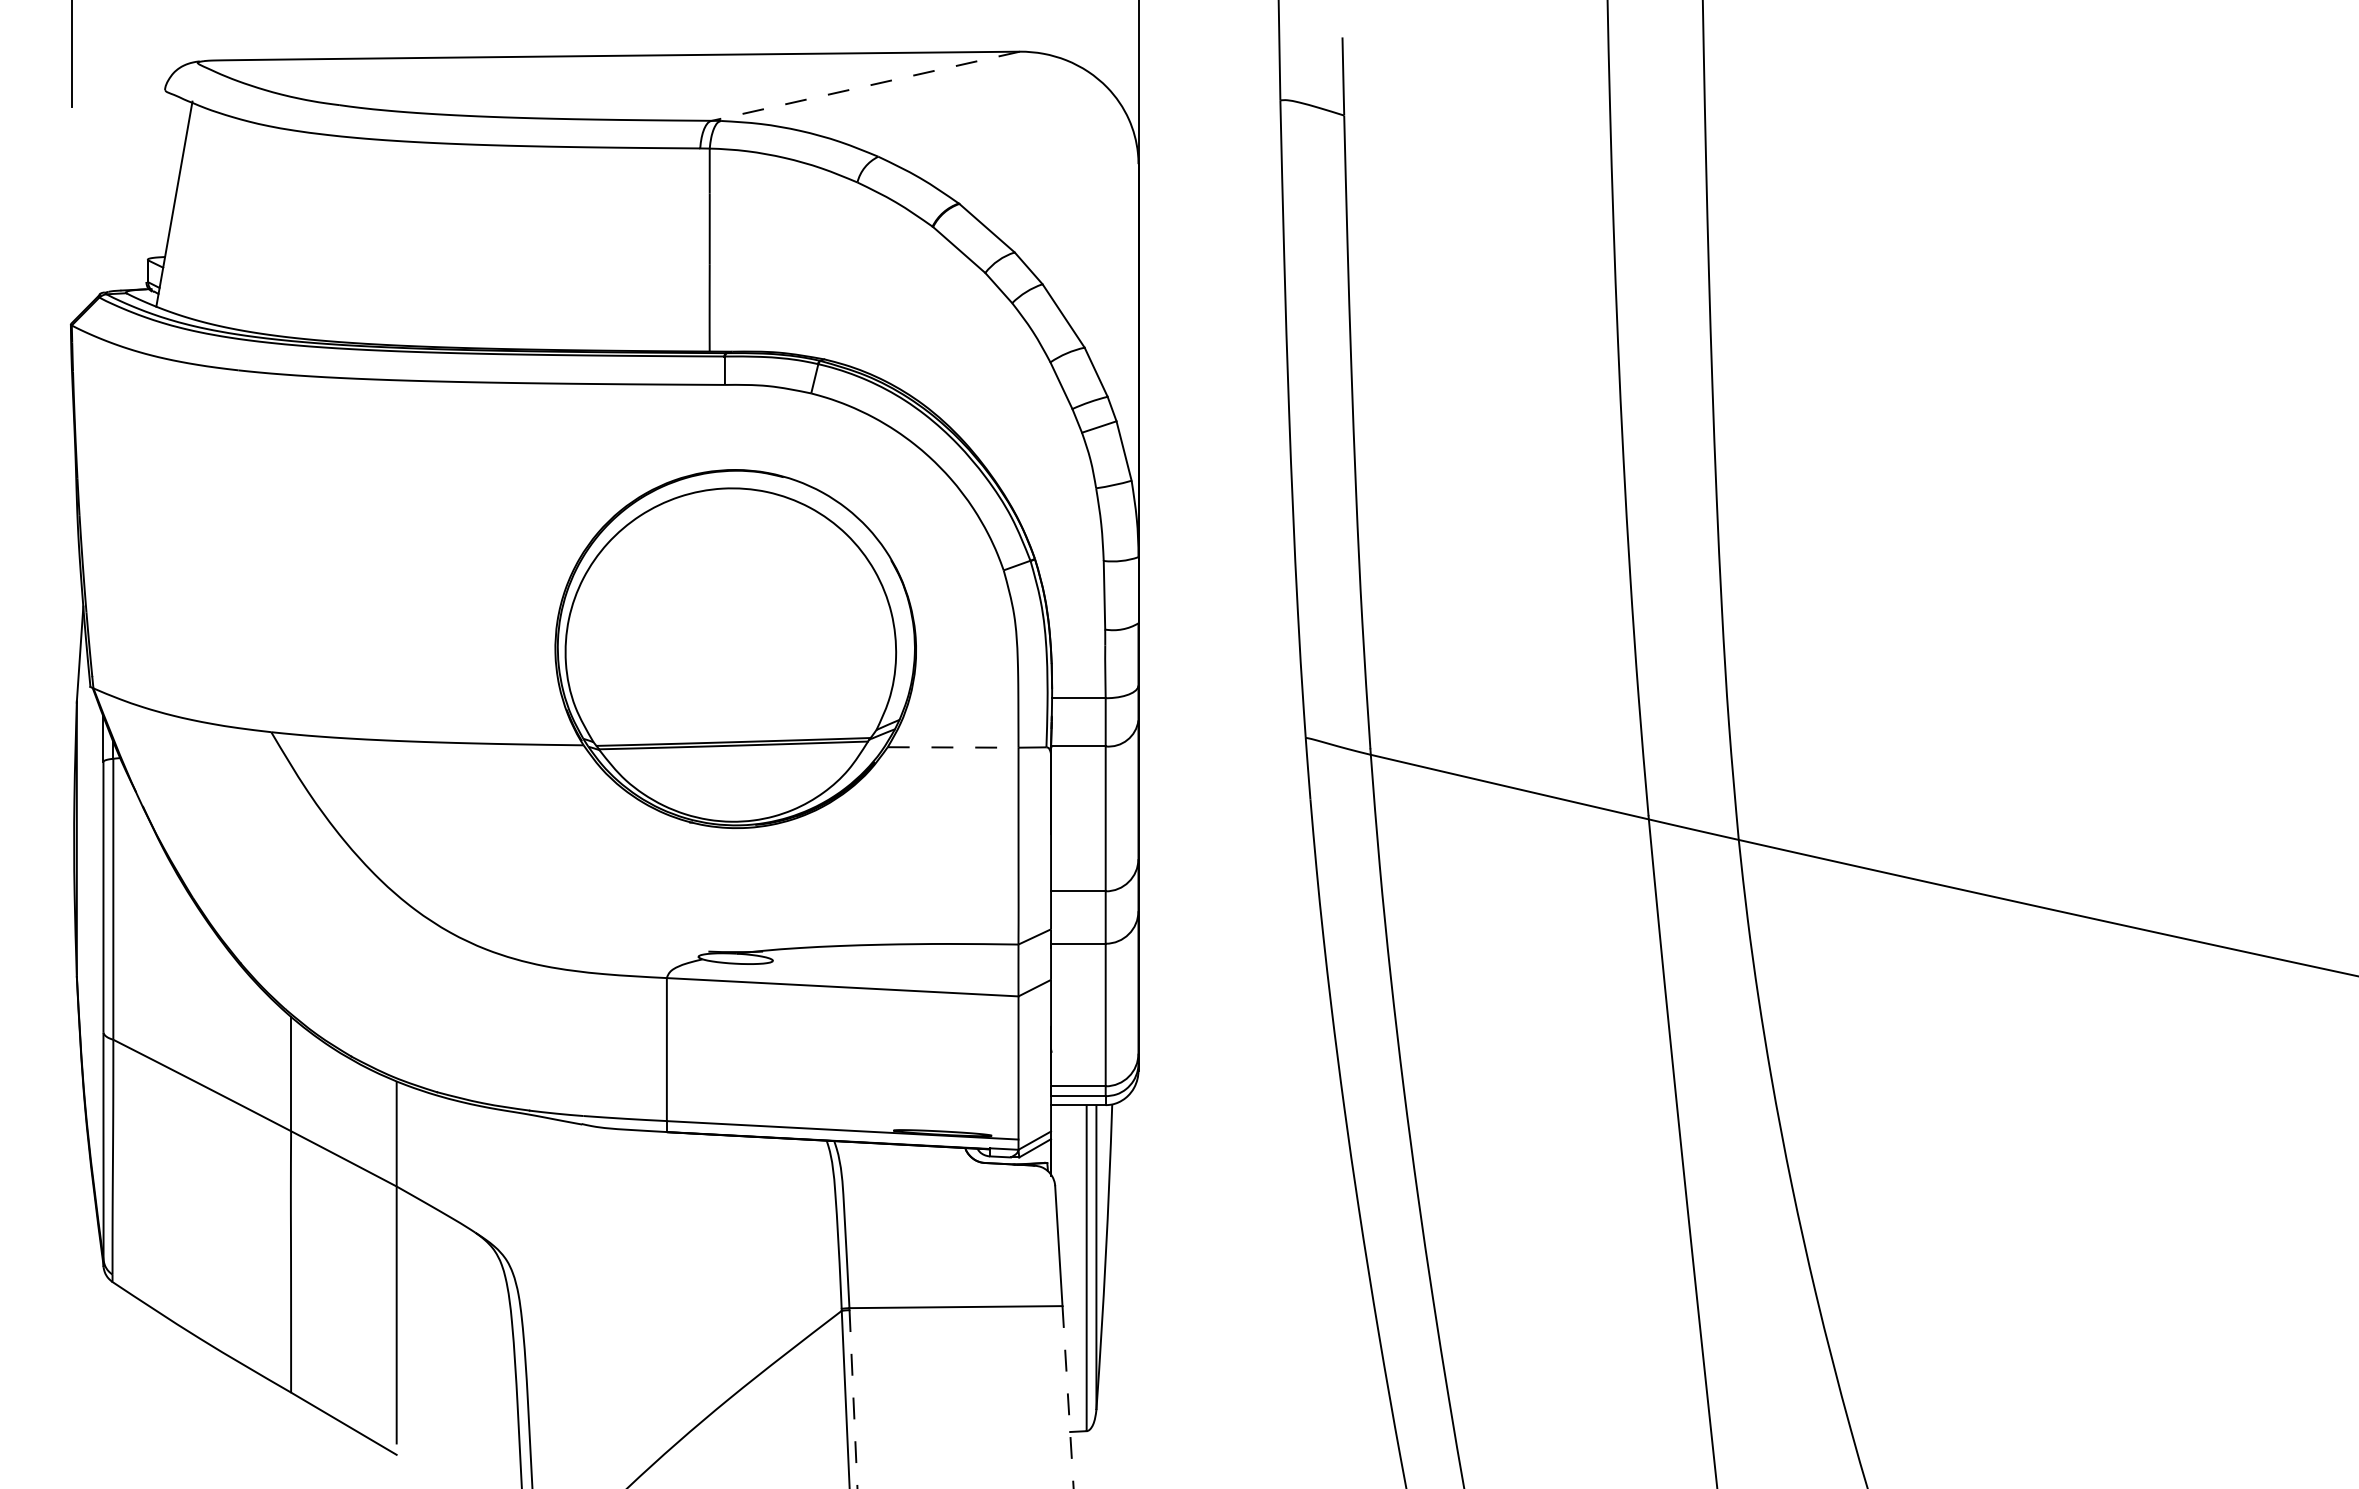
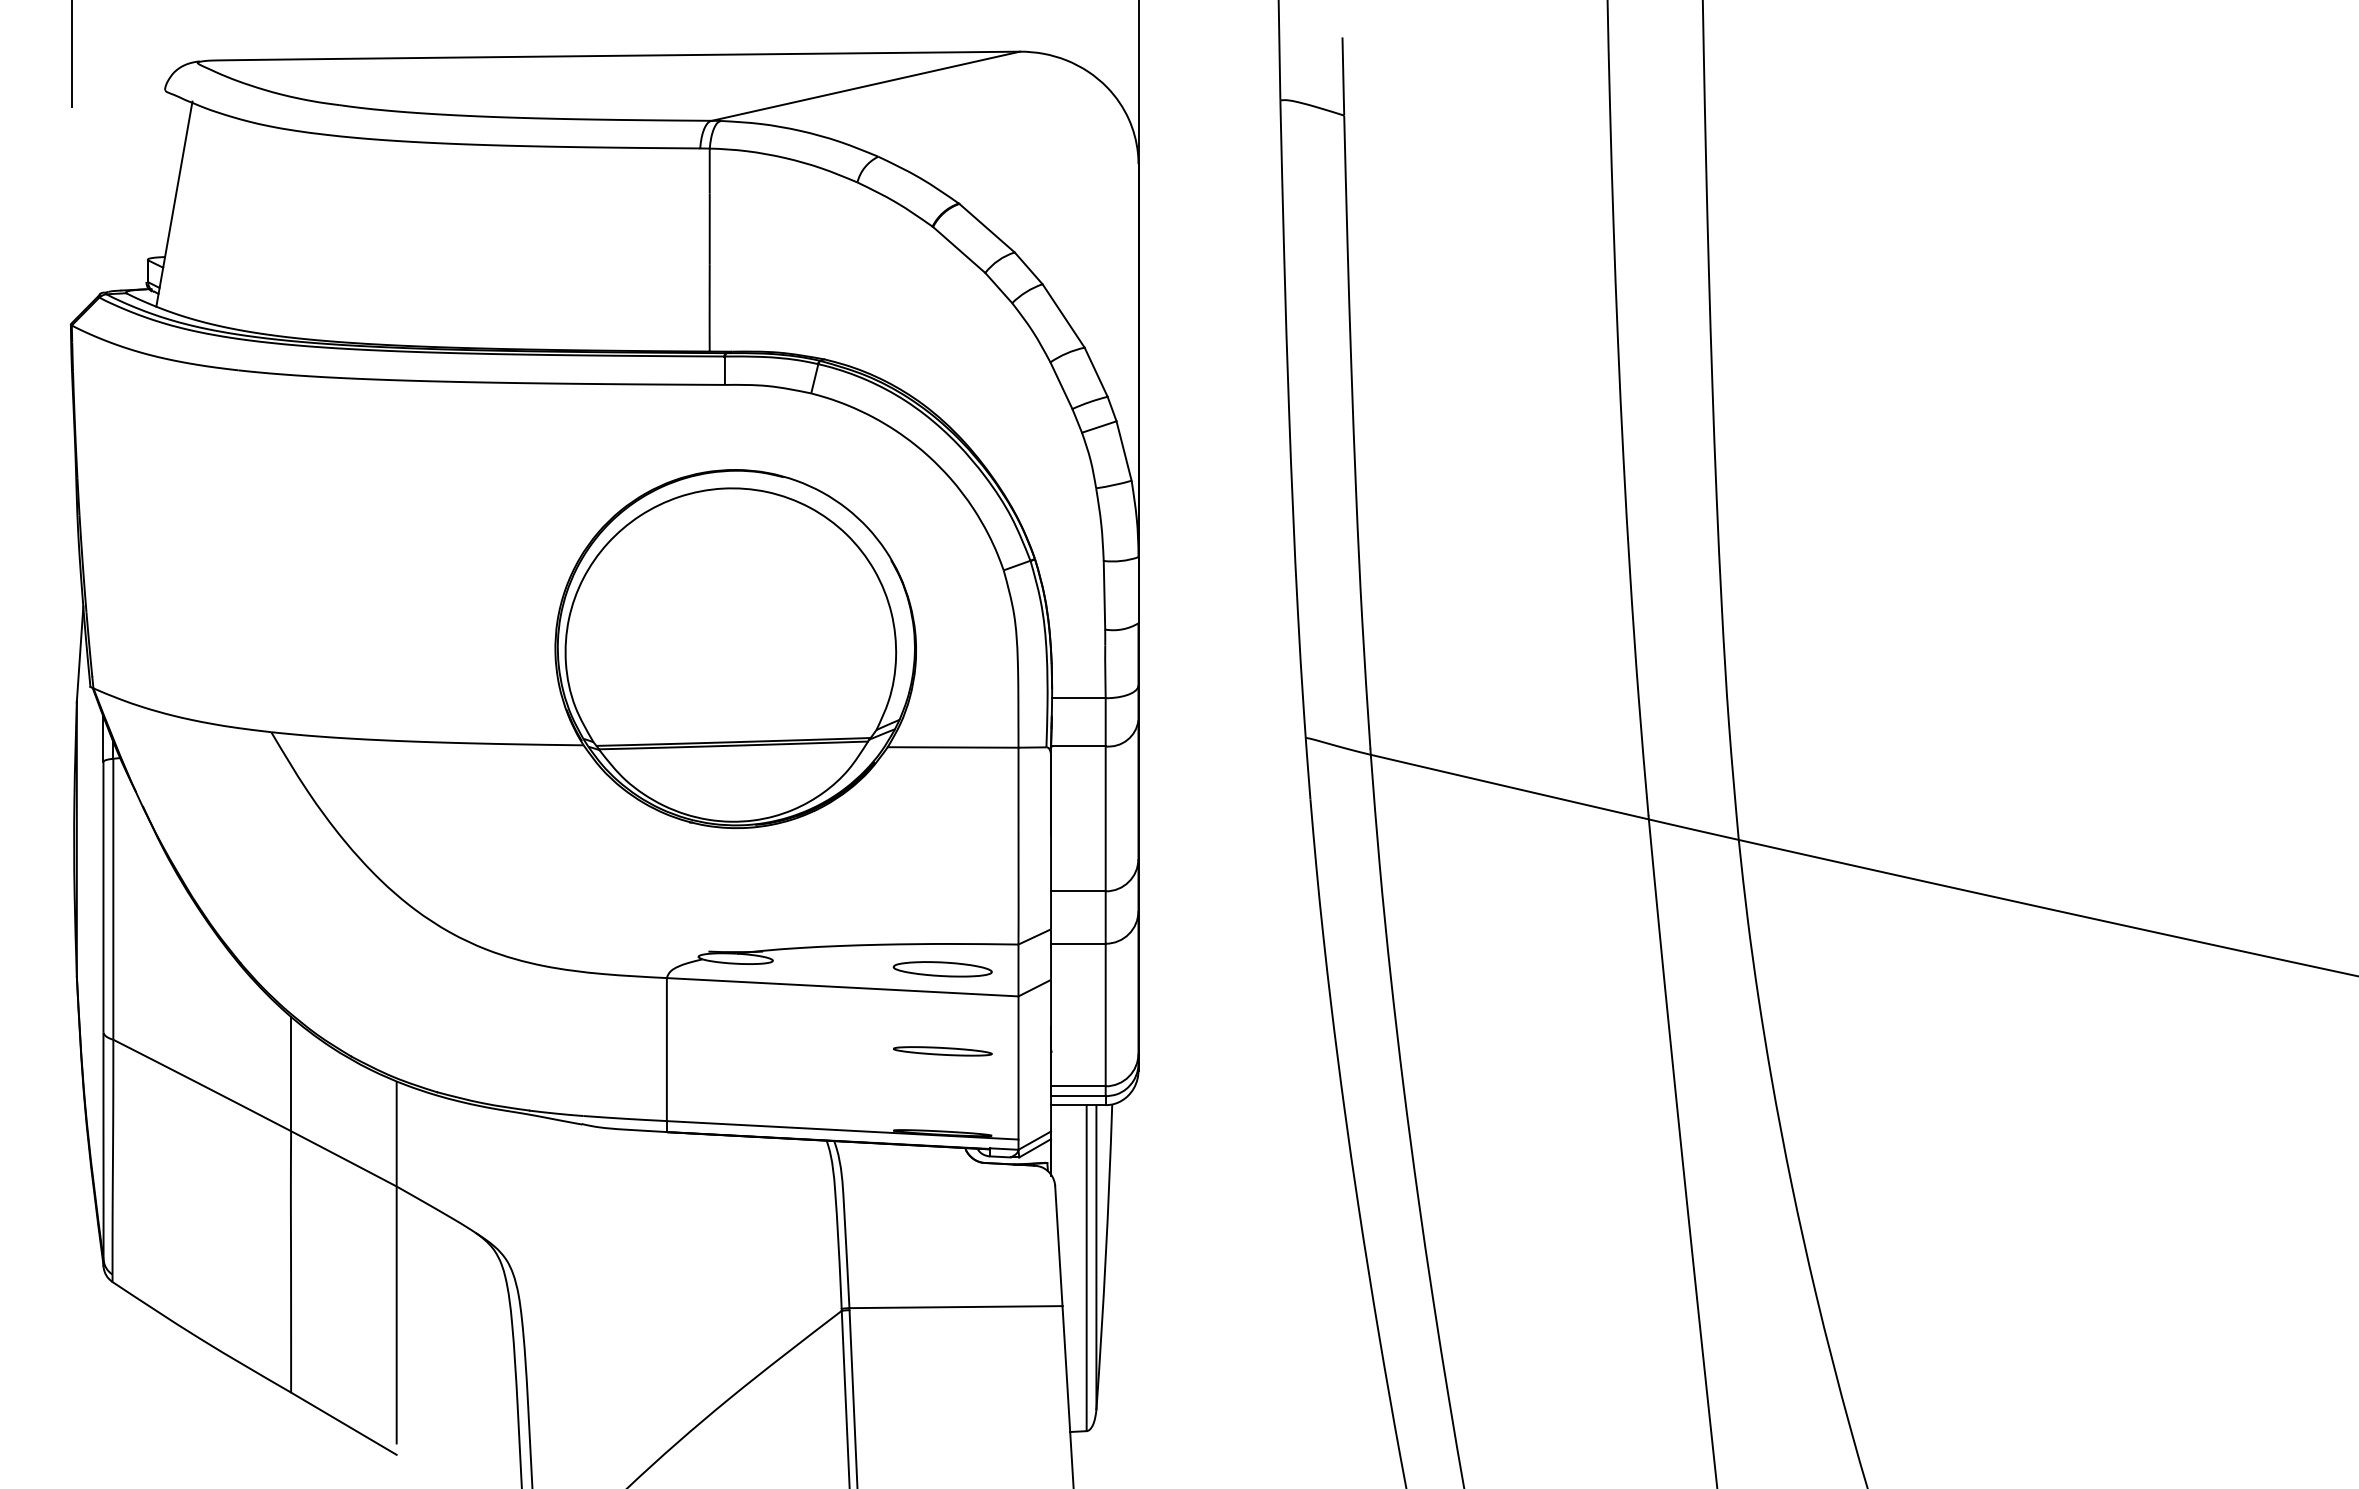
line at (865, 86): dashed -> solid
line at (953, 747): dashed -> solid
part at (942, 969): none -> present
part at (942, 1051): none -> present
line at (1068, 1397): dashed -> solid
line at (853, 1399): dashed -> solid
